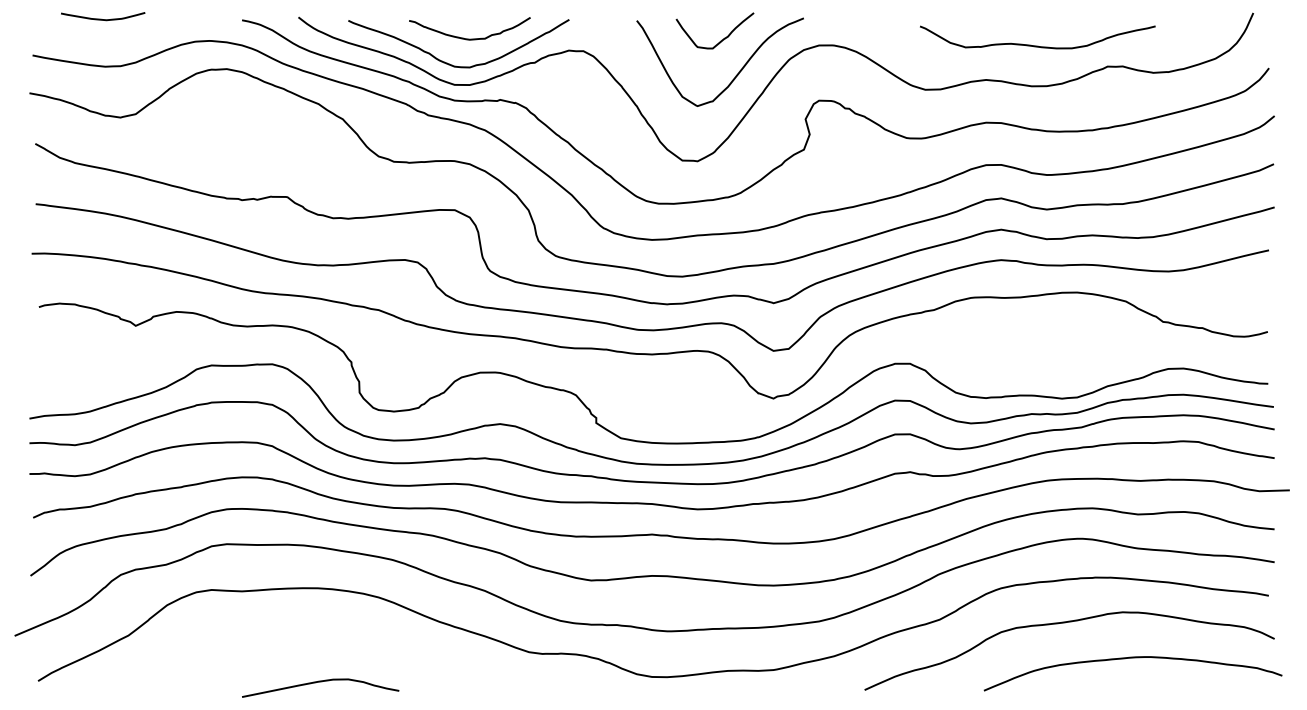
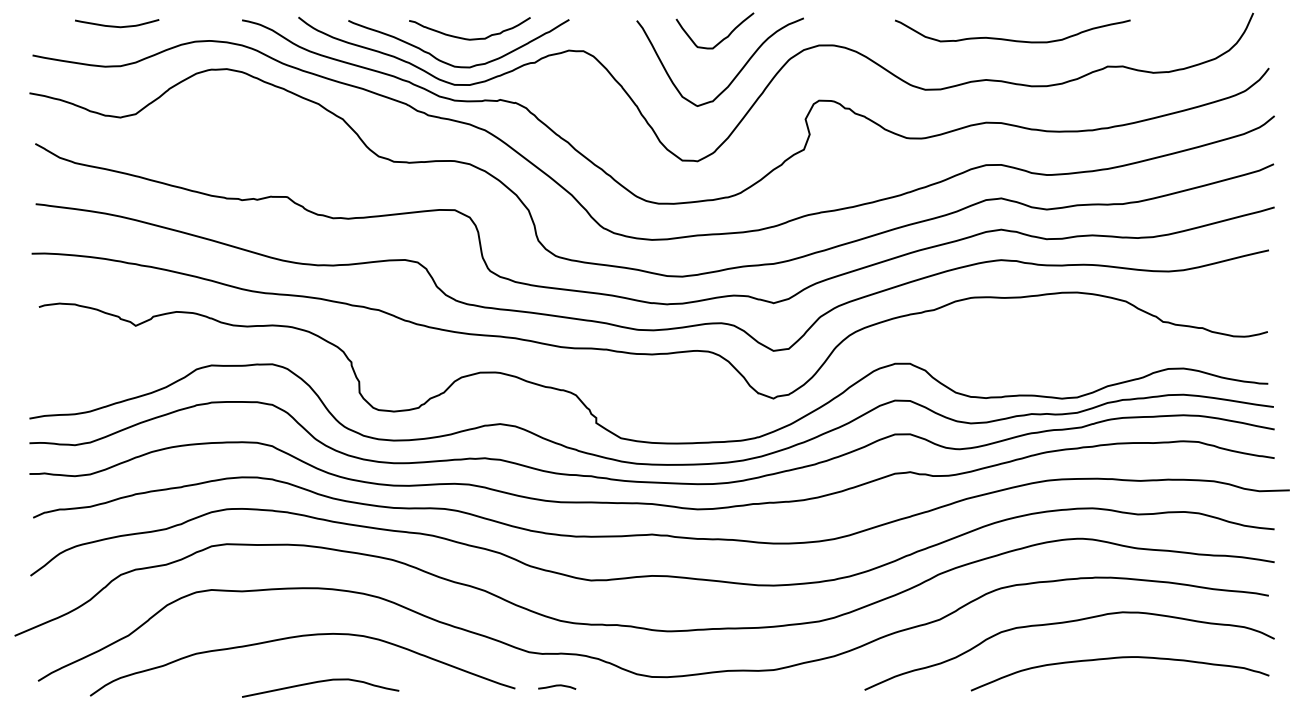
curve at (101, 18) position: (101, 18) -> (115, 25)
curve at (1037, 45) position: (1037, 45) -> (1012, 39)
curve at (299, 637): none -> present
curve at (1132, 658) position: (1132, 658) -> (1119, 658)
curve at (557, 686): none -> present
